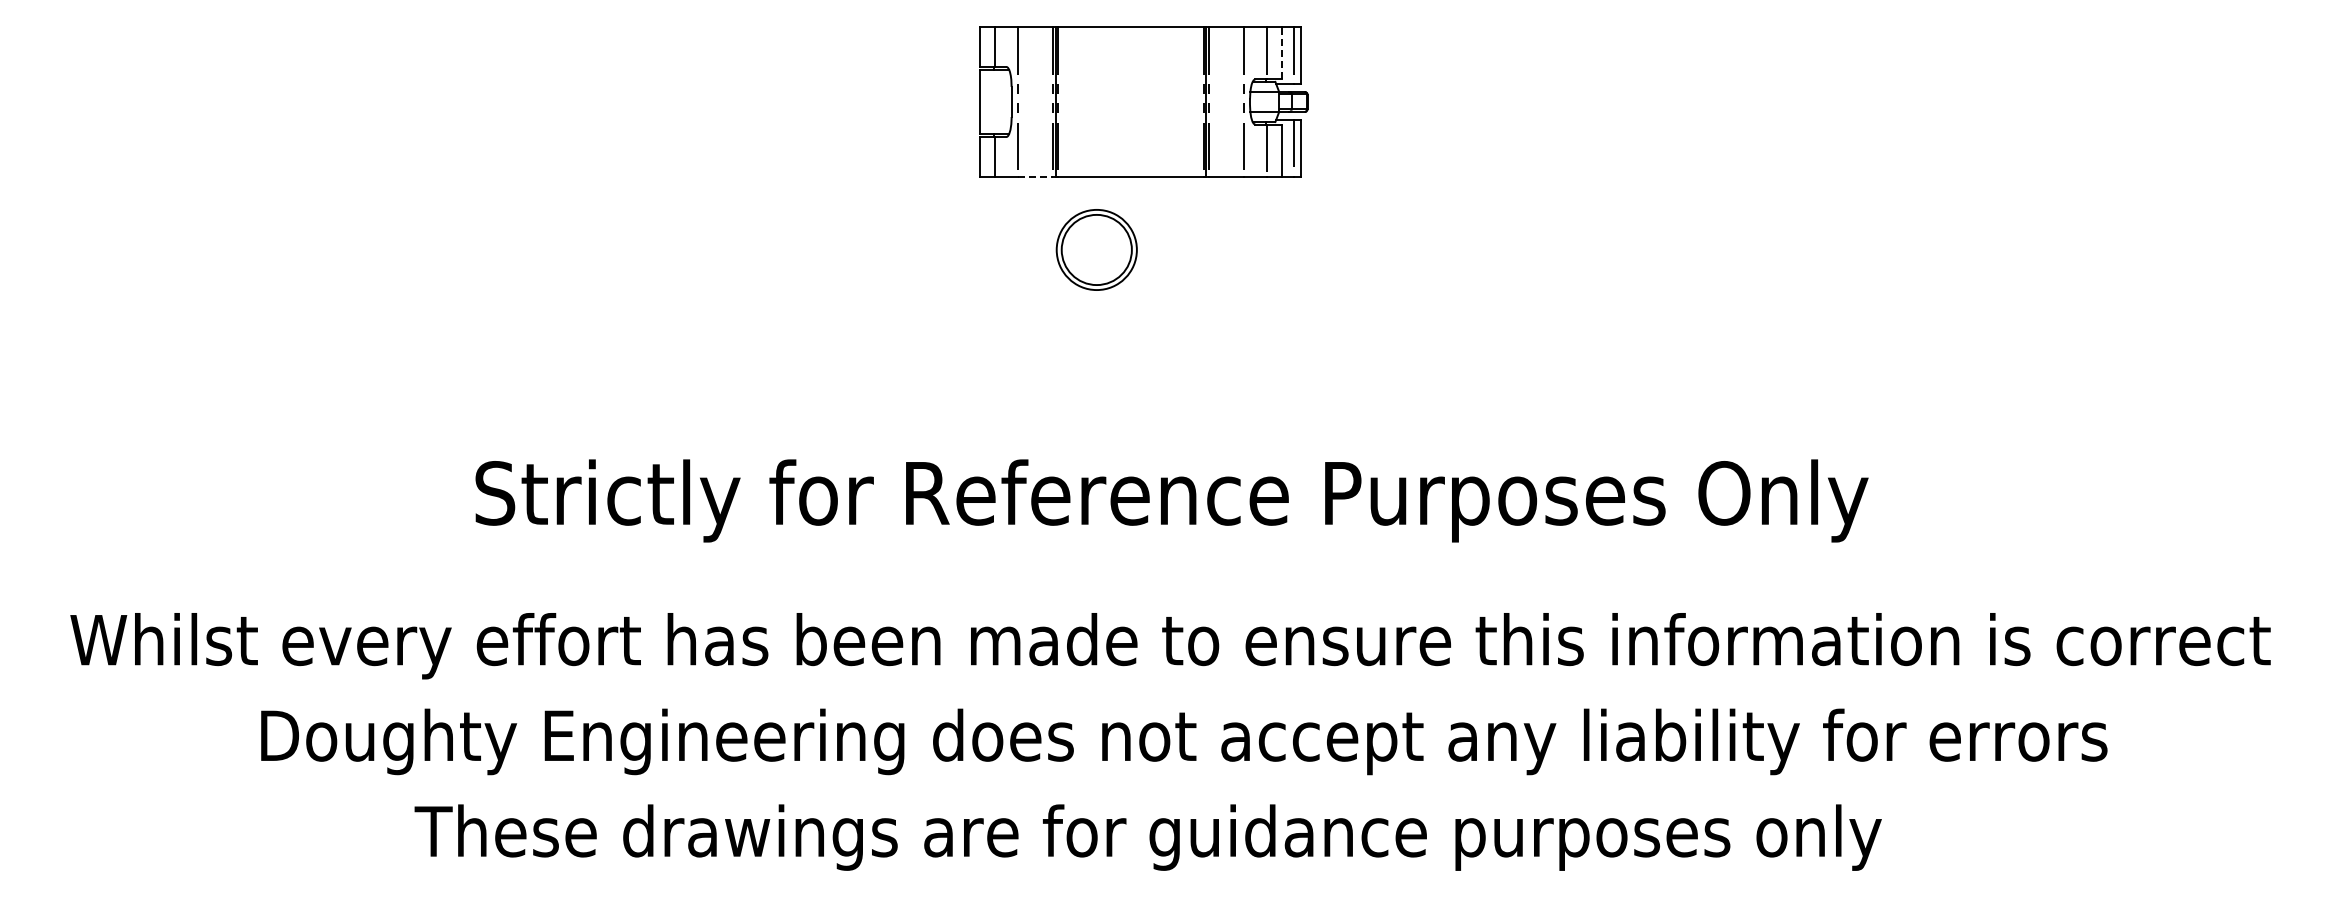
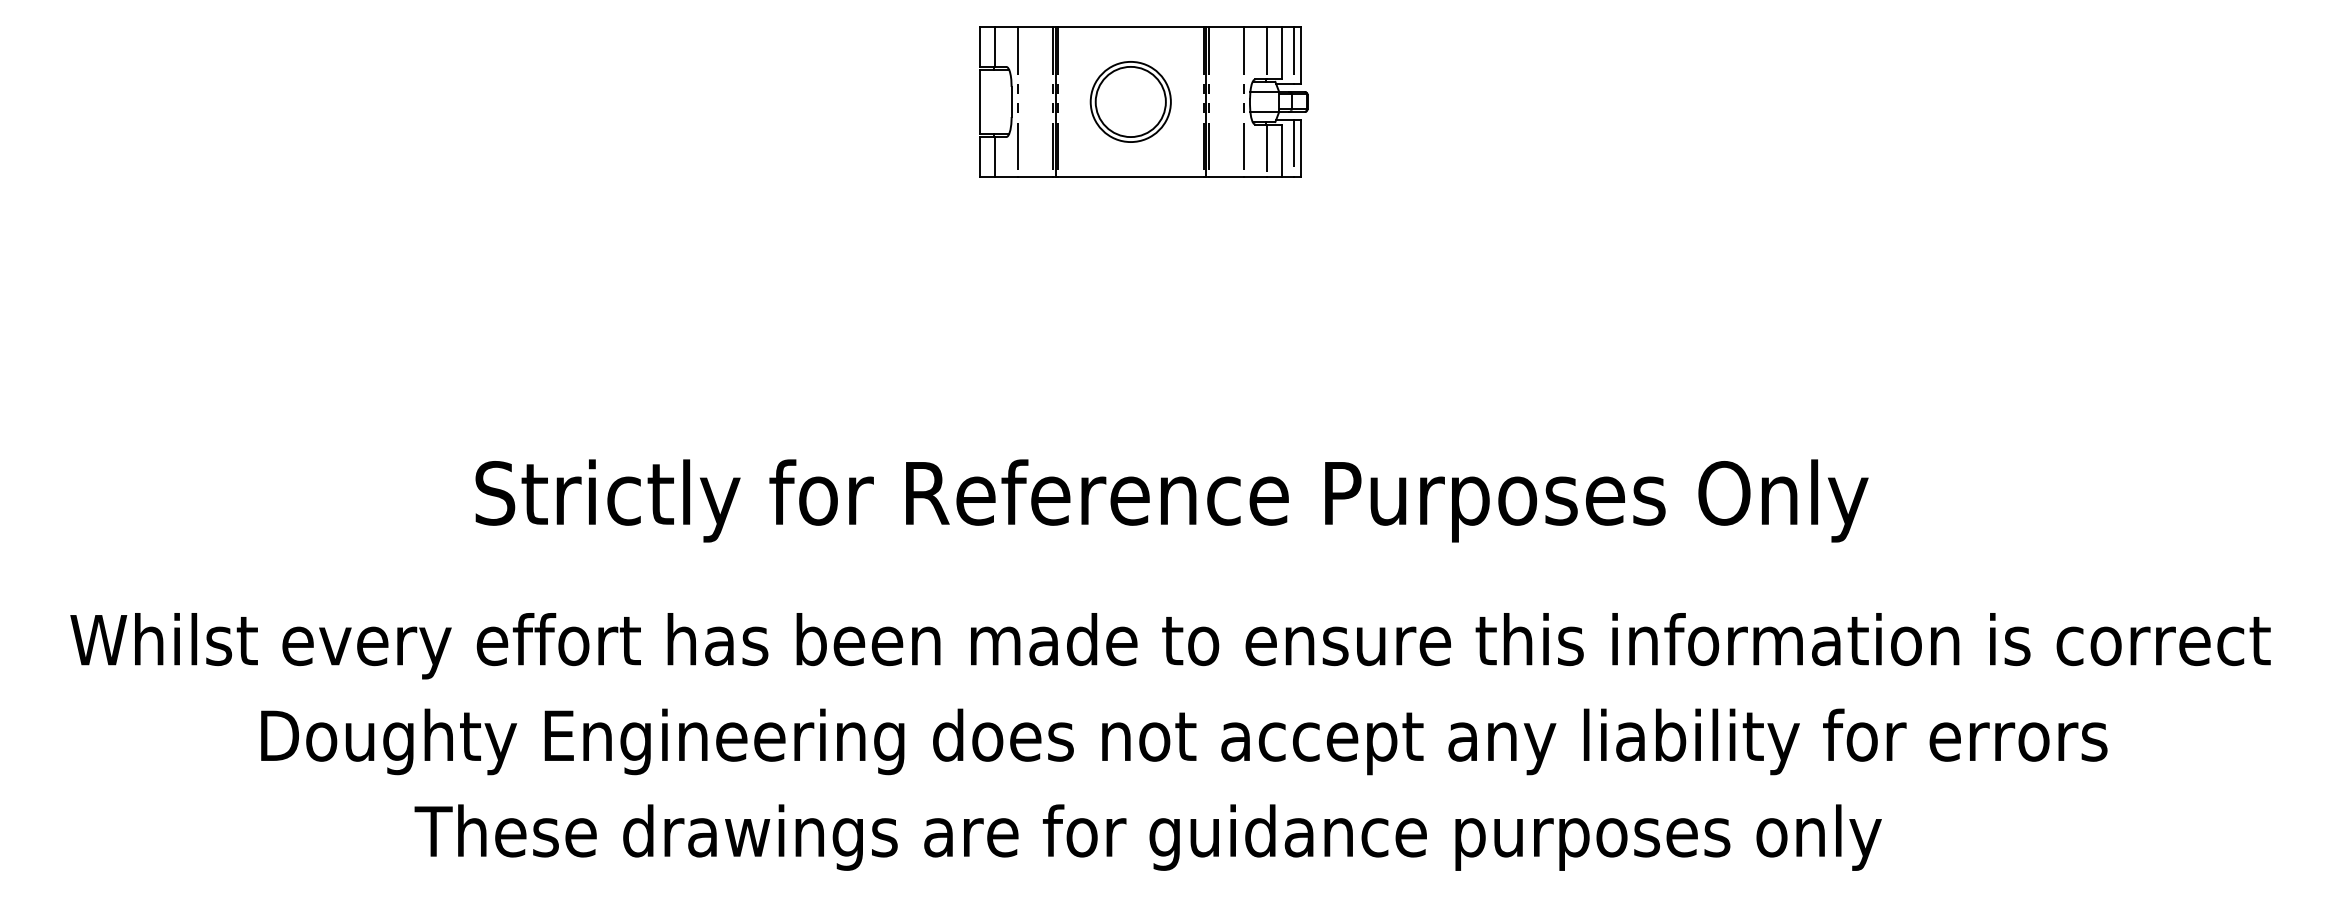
line at (1281, 52): dashed -> solid
line at (1035, 176): dashed -> solid
part at (1096, 249) position: (1096, 249) -> (1130, 101)
